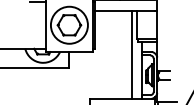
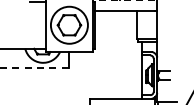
line at (123, 0): solid -> dashed
line at (131, 54): present -> none
line at (34, 67): solid -> dashed
